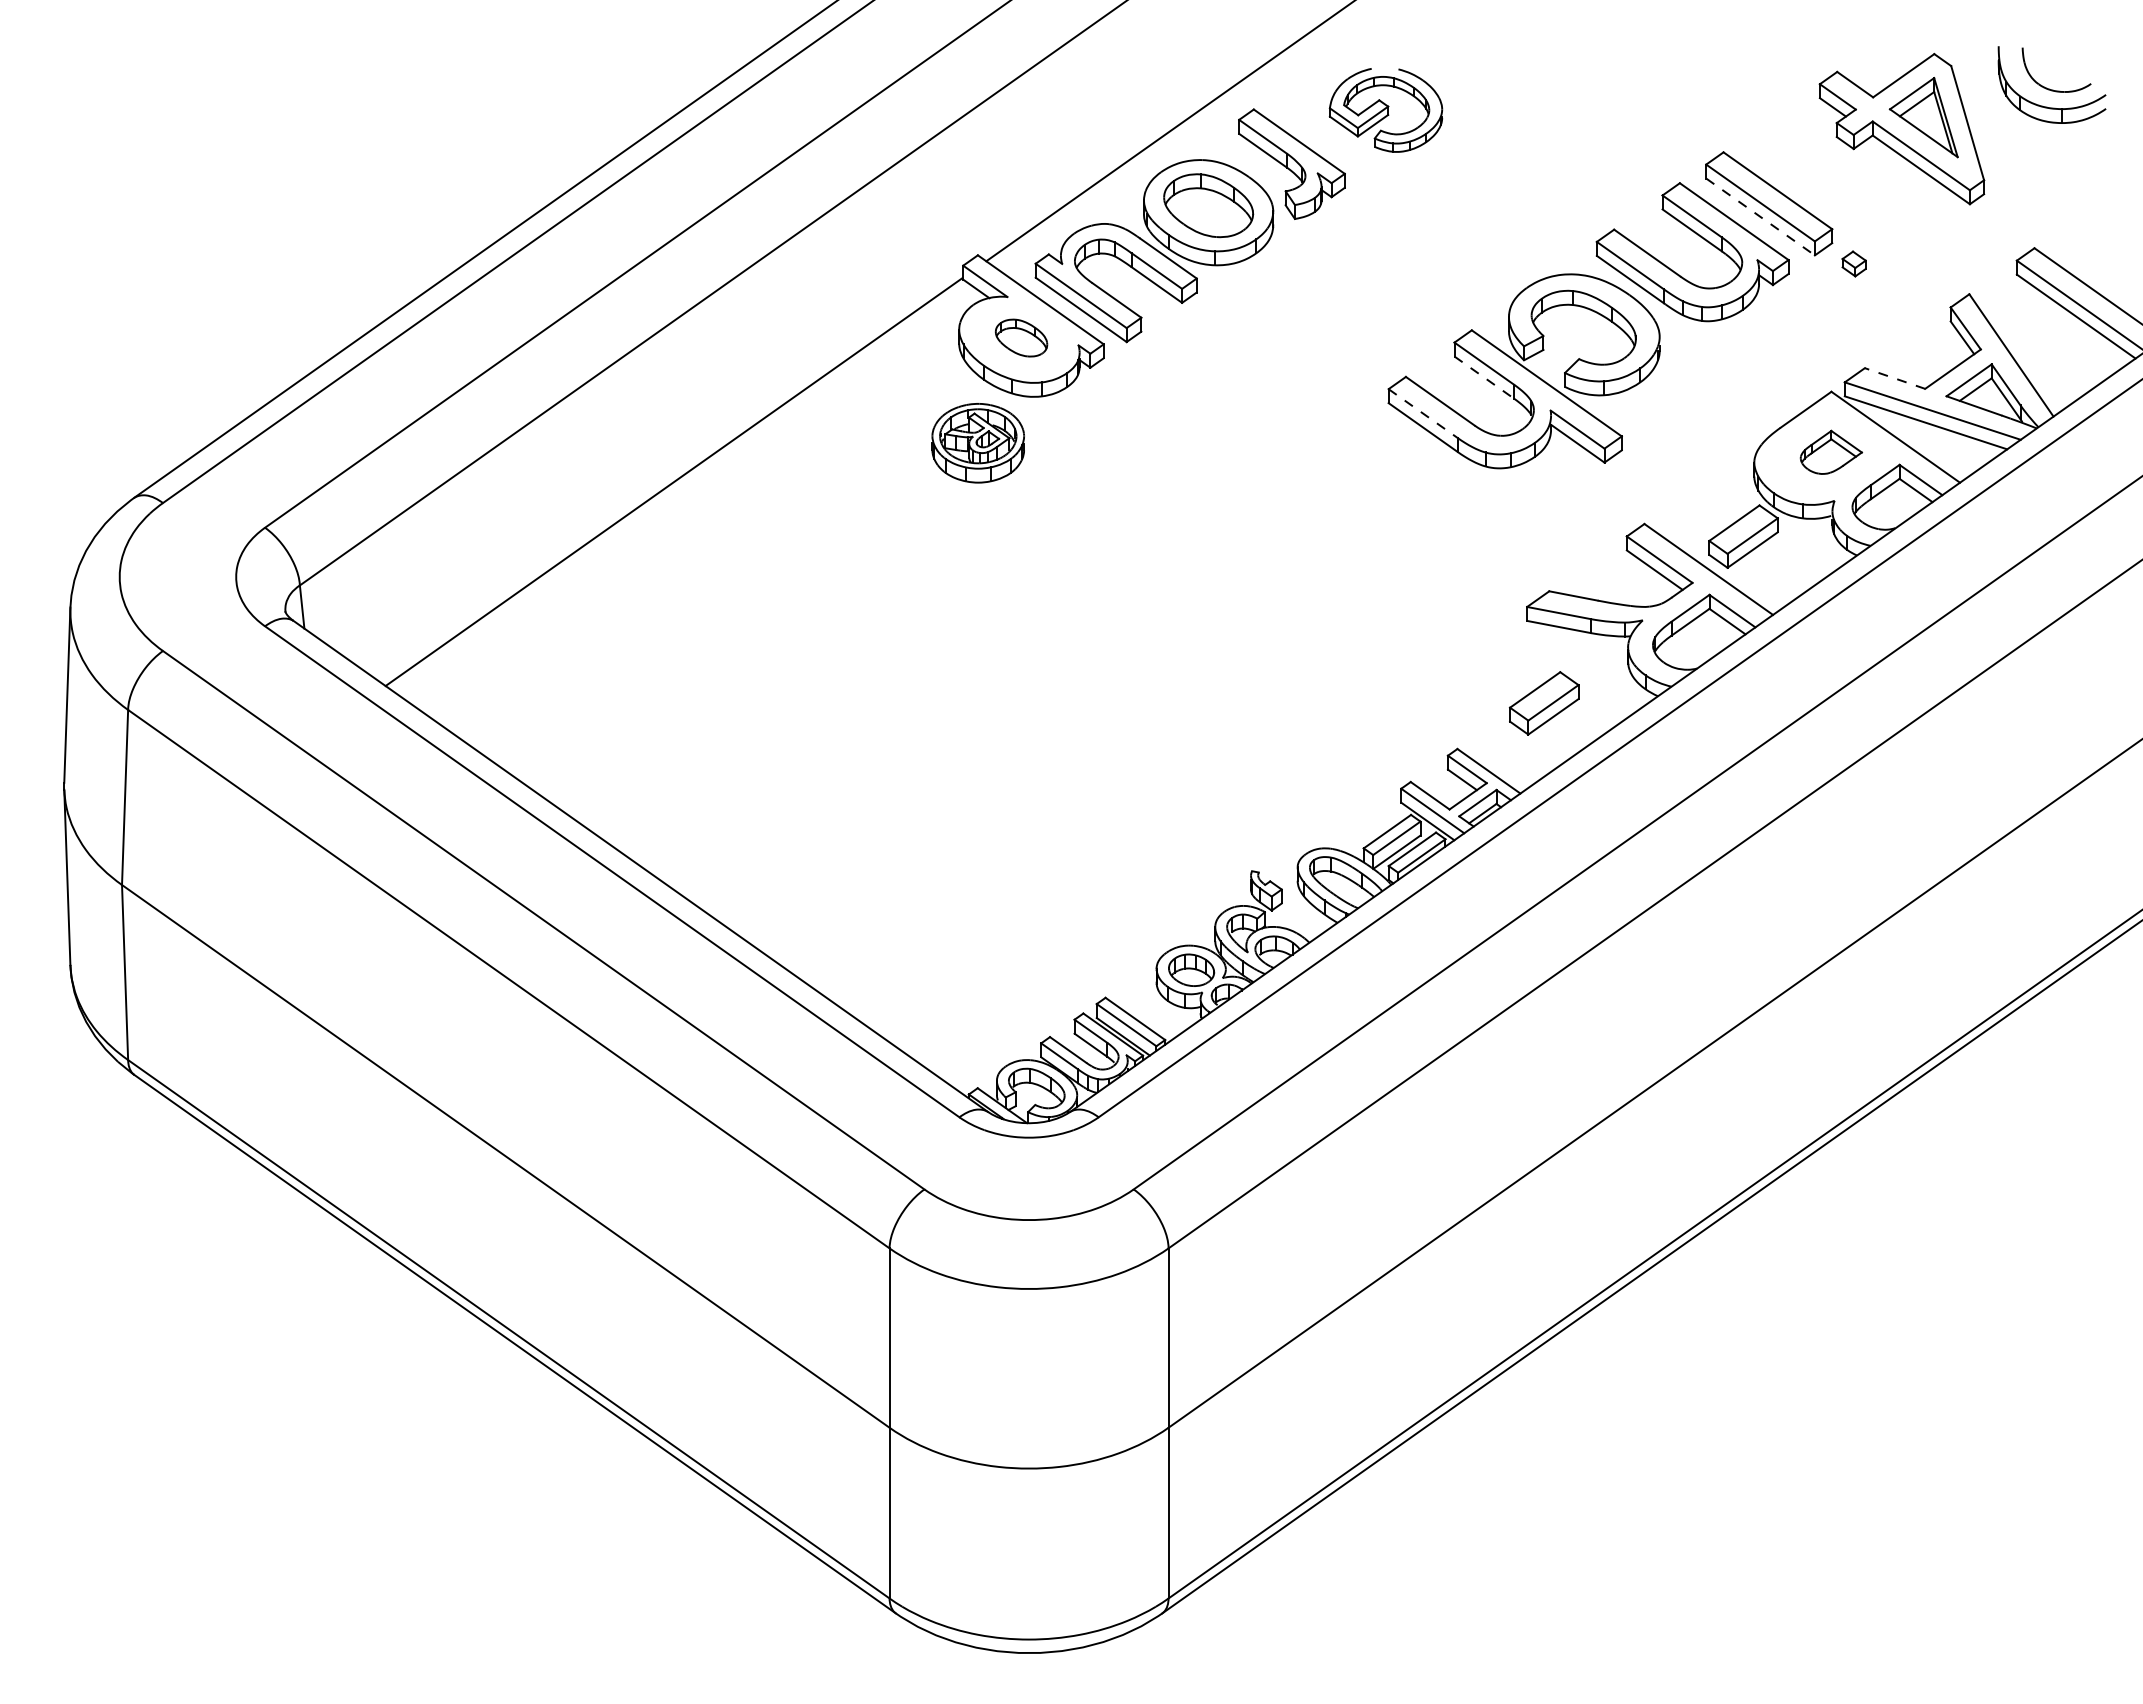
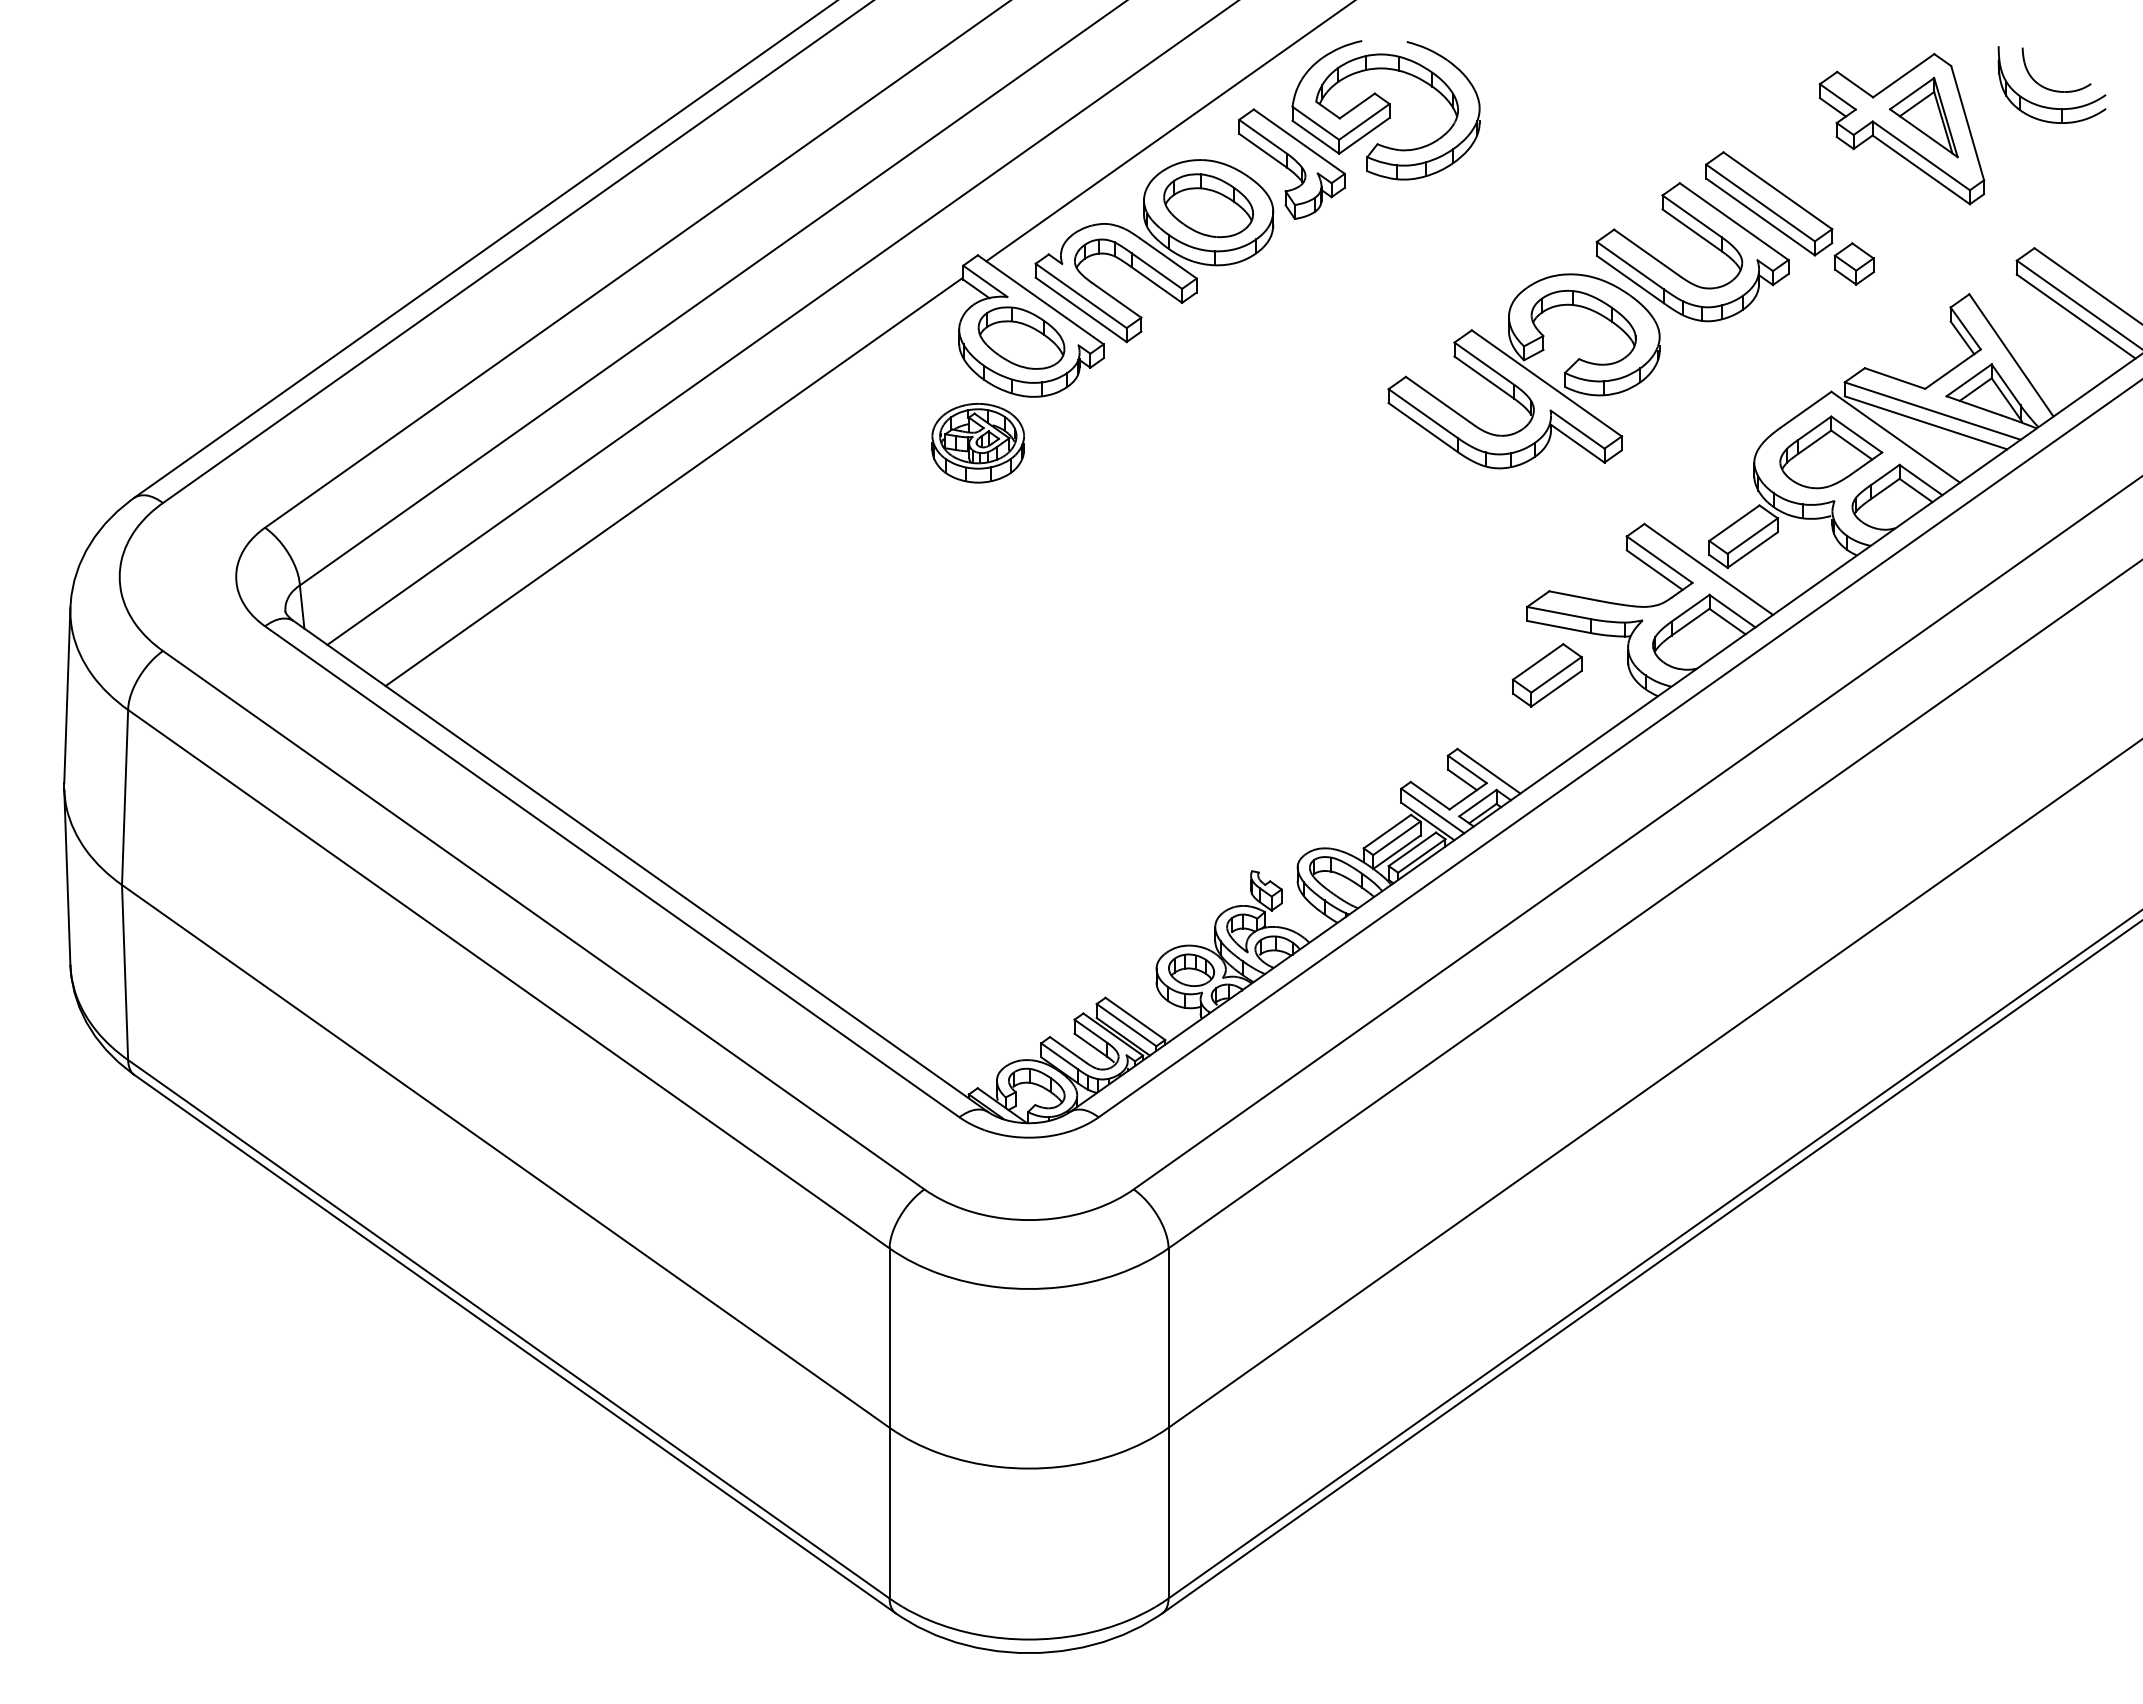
part at (1385, 110) size: 116x85 px -> 190x141 px
line at (1760, 216): dashed -> solid
part at (1853, 263) size: 26x28 px -> 42x44 px
line at (781, 323): none -> present
part at (1021, 337) size: 54x40 px -> 89x64 px
line at (1484, 377): dashed -> solid
line at (1895, 378): dashed -> solid
line at (1423, 413): dashed -> solid
part at (1830, 451) size: 64x46 px -> 105x75 px
part at (1543, 703) position: (1543, 703) -> (1546, 675)
